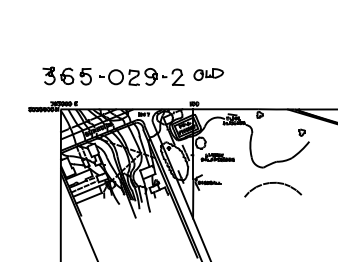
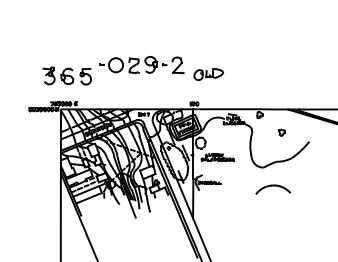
part at (141, 76) position: (141, 76) -> (141, 64)
part at (301, 132) position: (301, 132) -> (281, 132)
part at (273, 189) size: 59x17 px -> 37x11 px
